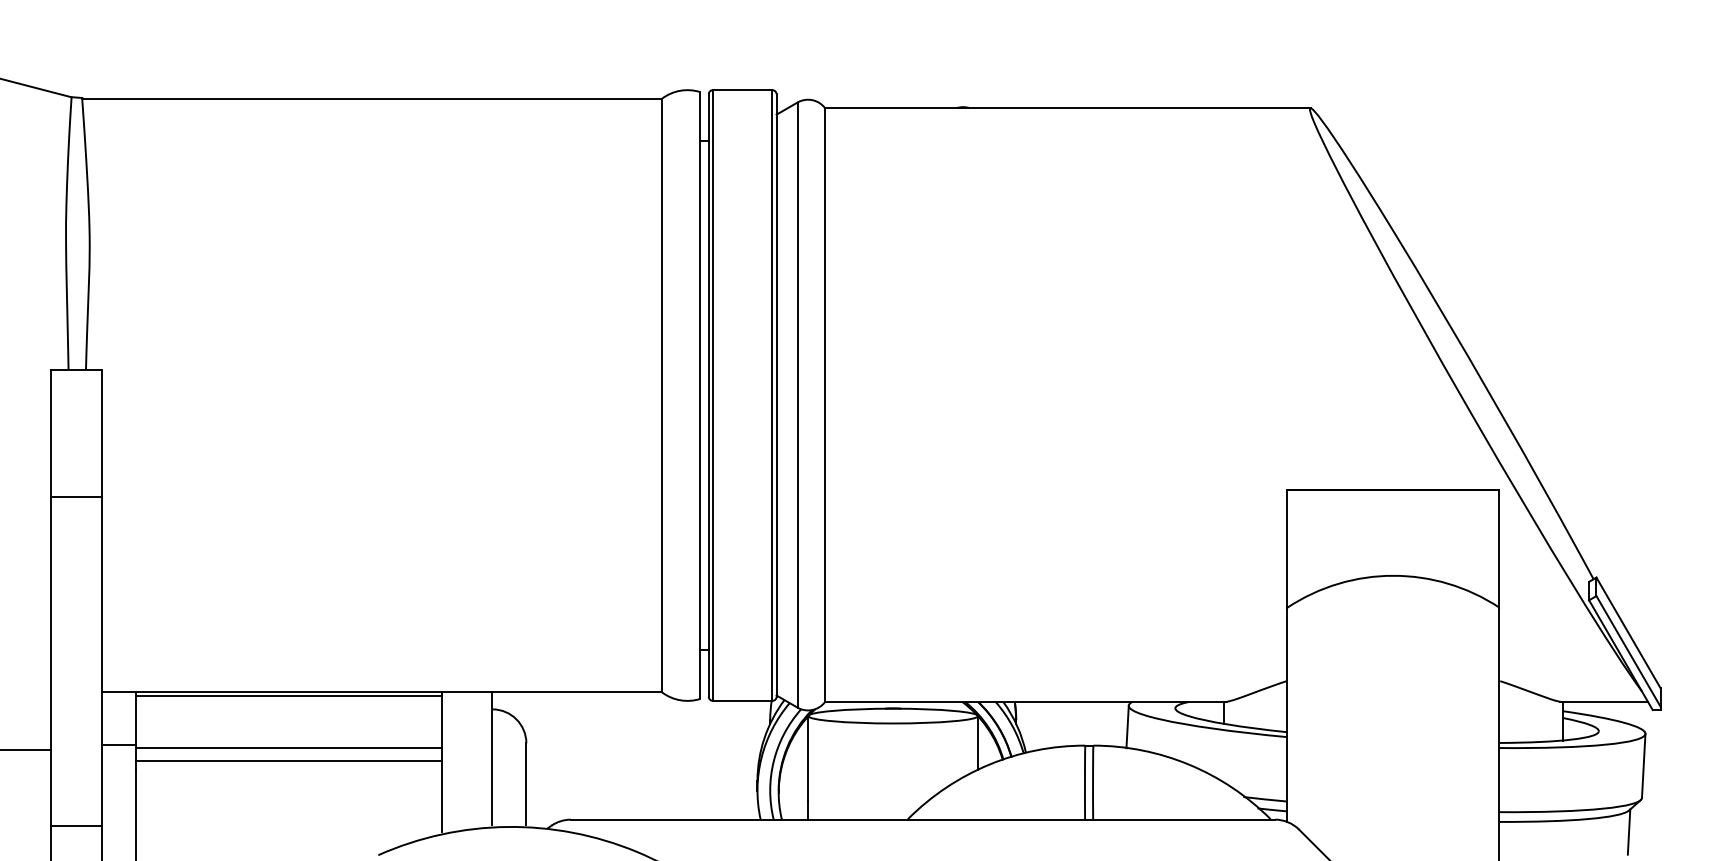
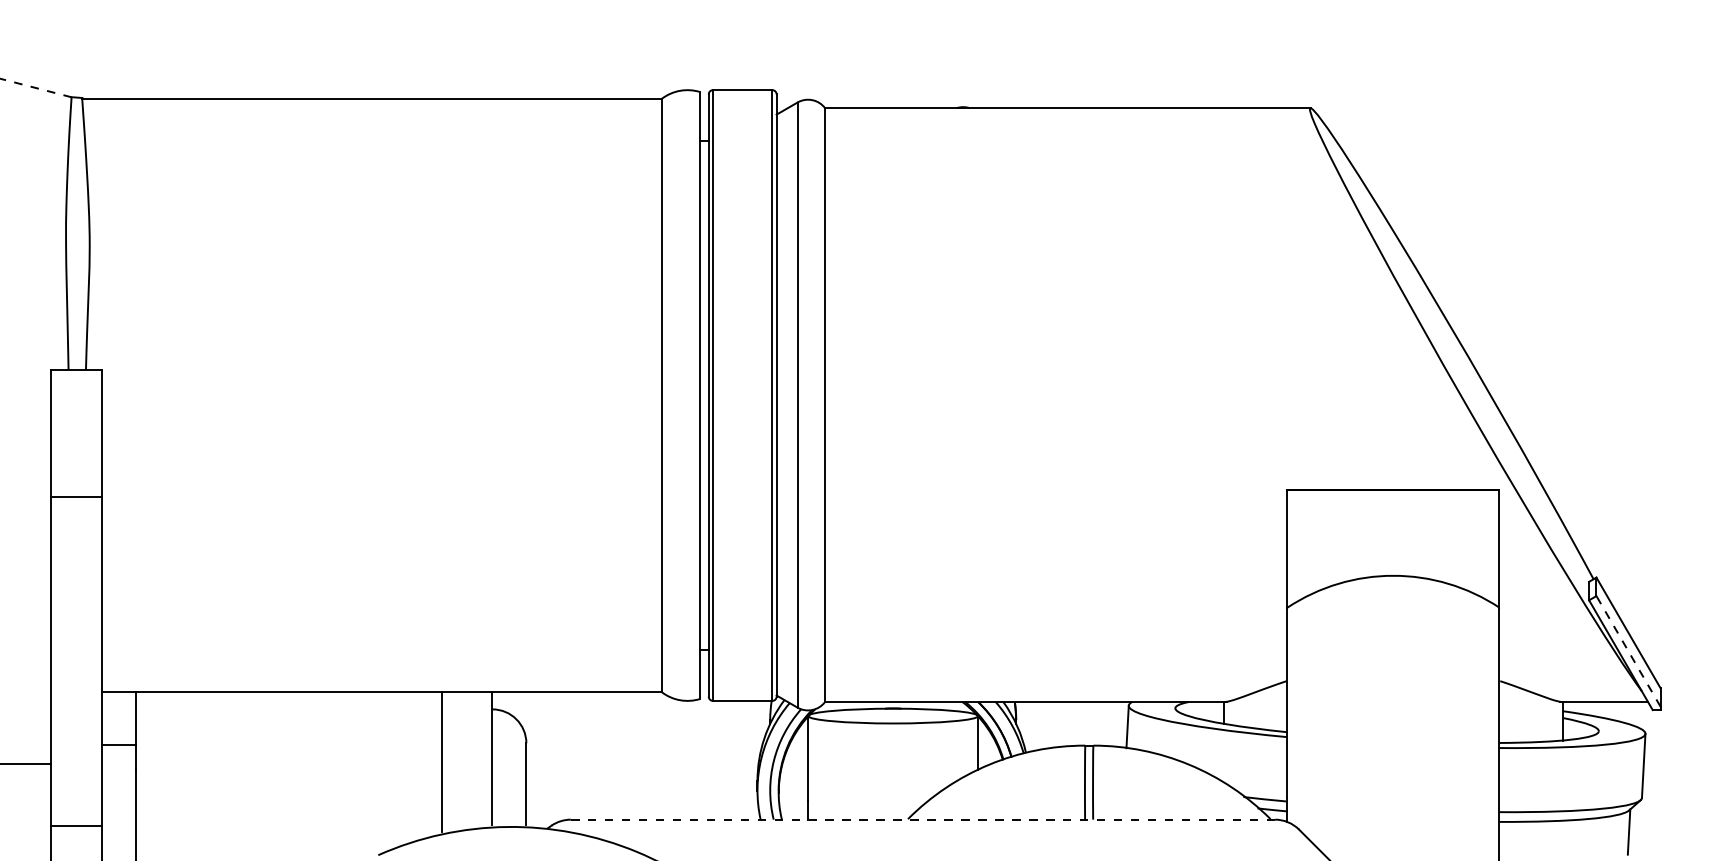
line at (35, 88): solid -> dashed
line at (1628, 651): solid -> dashed
line at (288, 695): present -> none
line at (288, 747): present -> none
line at (26, 749) position: (26, 749) -> (26, 763)
line at (288, 761): present -> none
line at (922, 819): solid -> dashed
